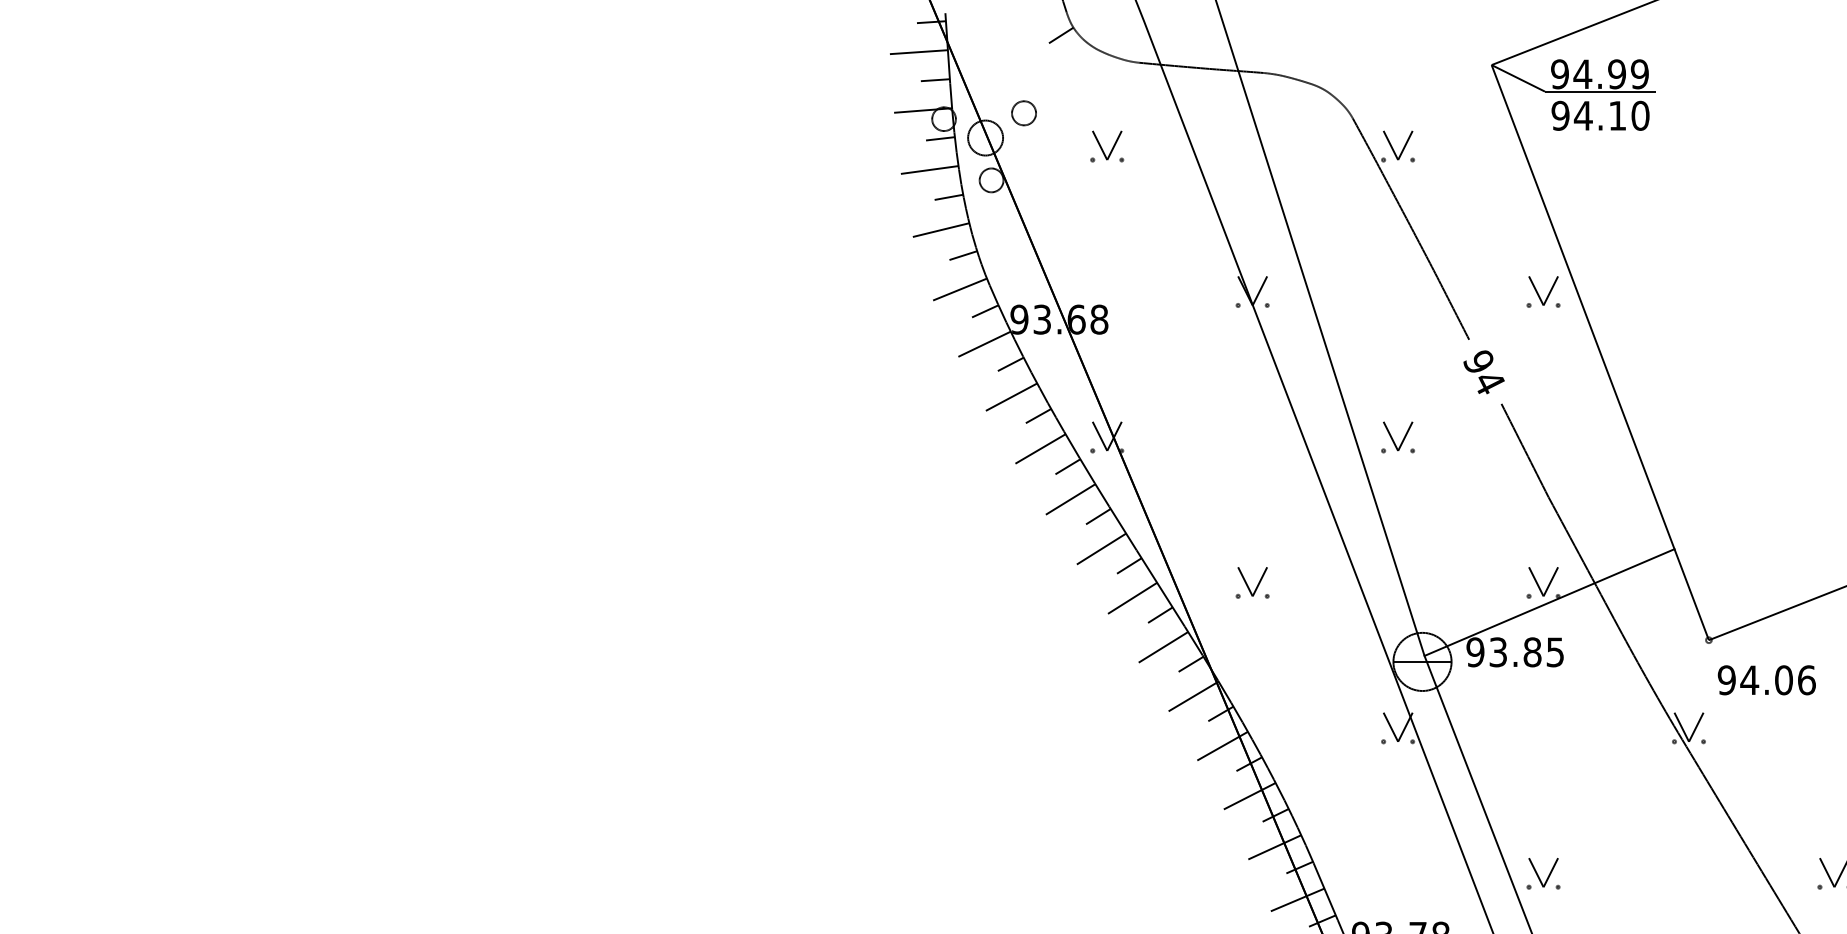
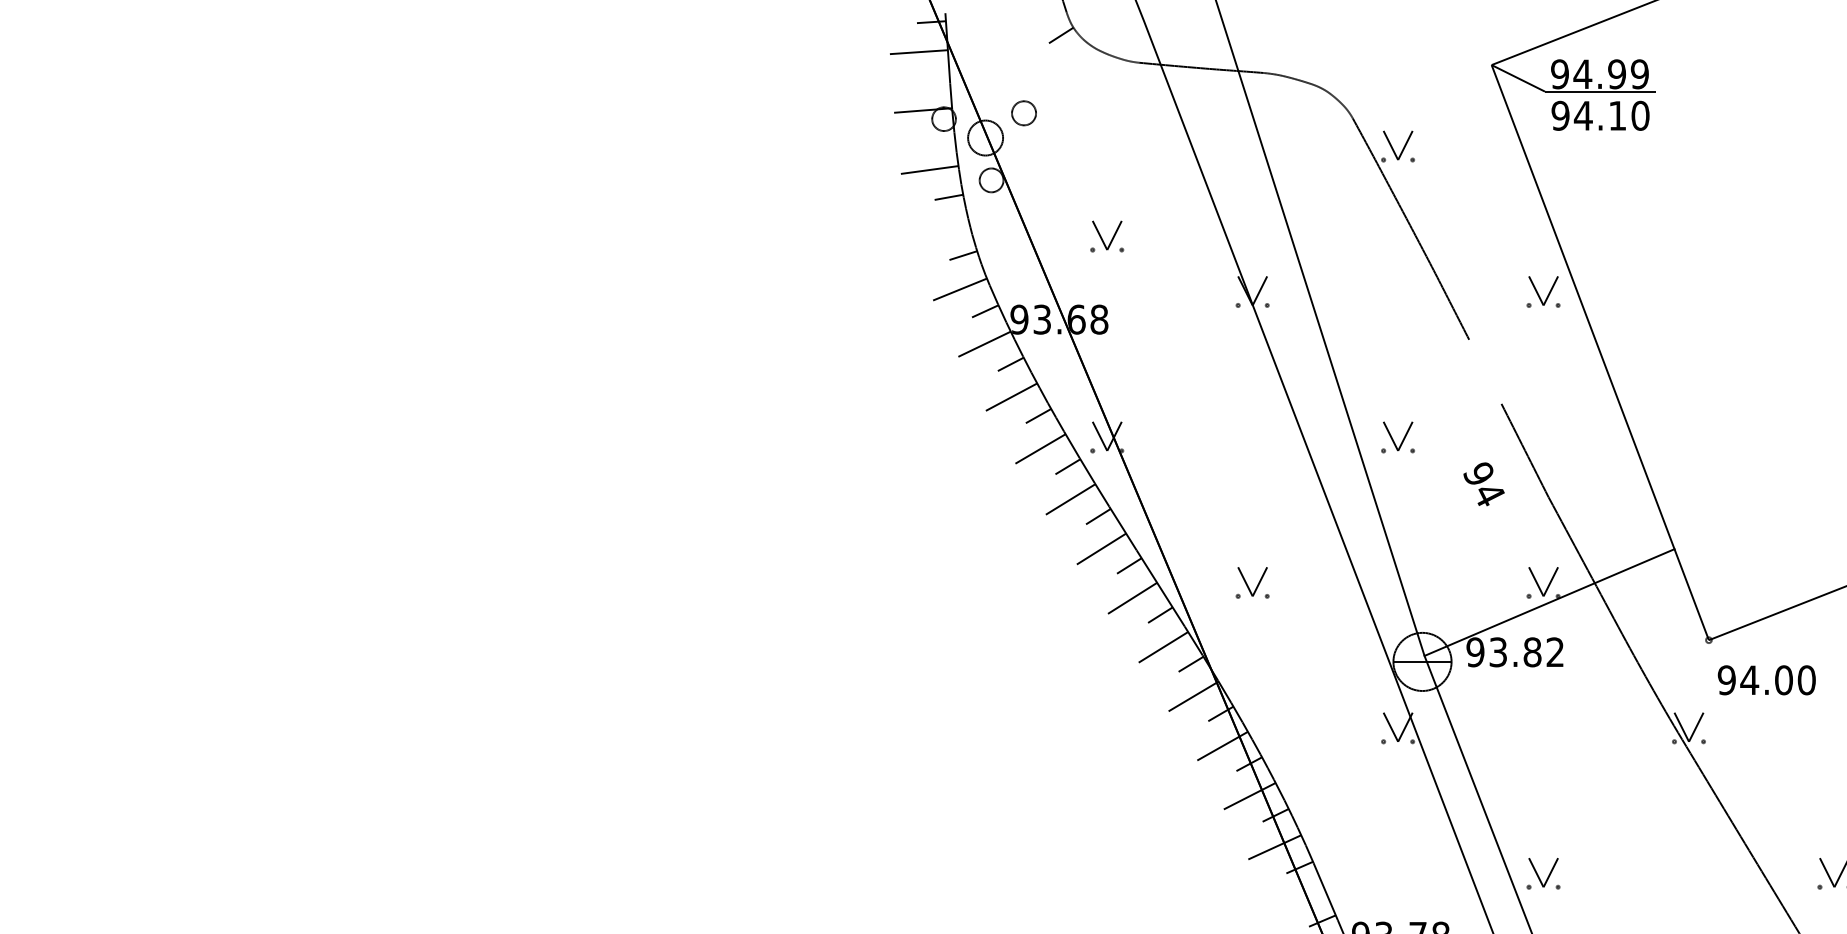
line at (934, 80): present -> none
line at (940, 138): present -> none
part at (1107, 146) position: (1107, 146) -> (1107, 236)
line at (940, 230): present -> none
text at (1483, 372) position: (1483, 372) -> (1483, 484)
text at (1554, 652): 93.85 -> 93.82
text at (1806, 680): 94.06 -> 94.00
line at (1297, 899): present -> none
